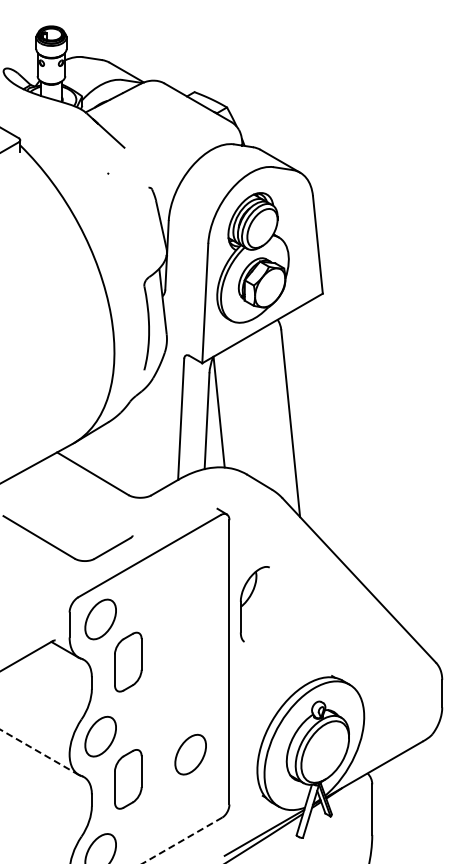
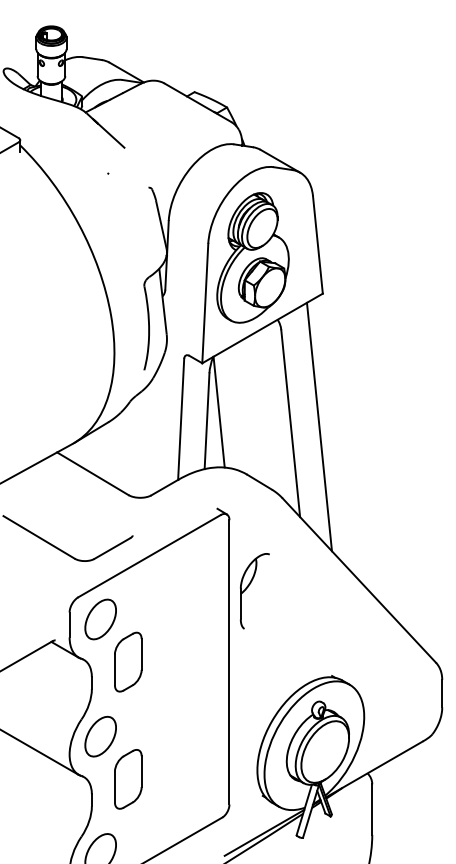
line at (318, 426): none -> present
part at (249, 599) position: (249, 599) -> (249, 586)
line at (39, 751): dashed -> solid
part at (190, 754): present -> none
line at (181, 840): dashed -> solid
